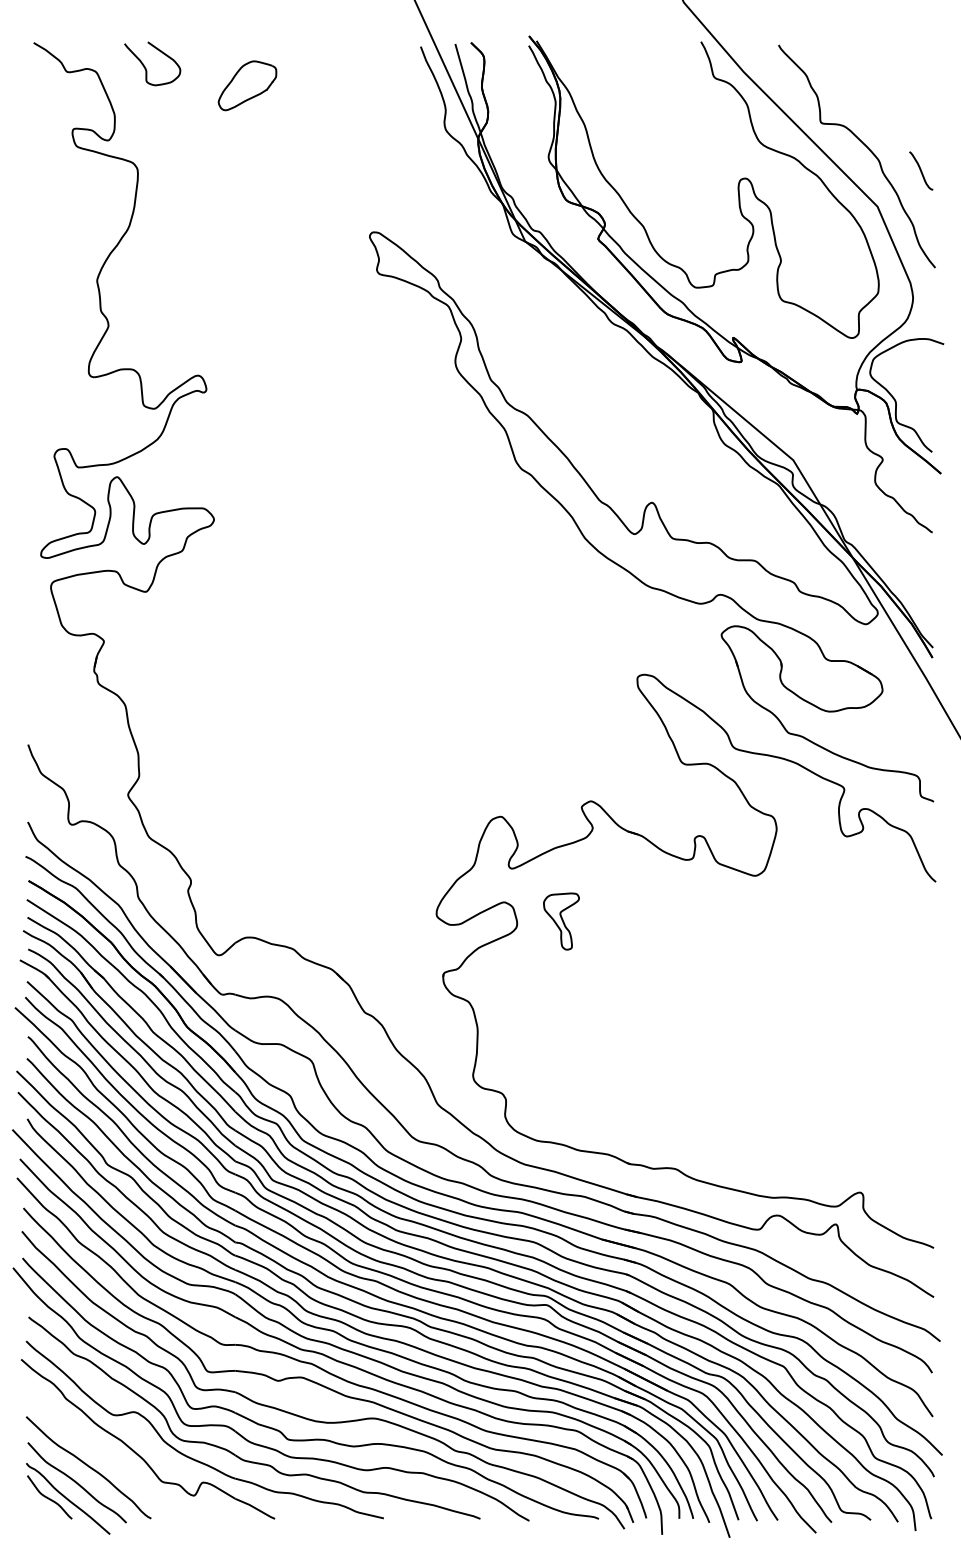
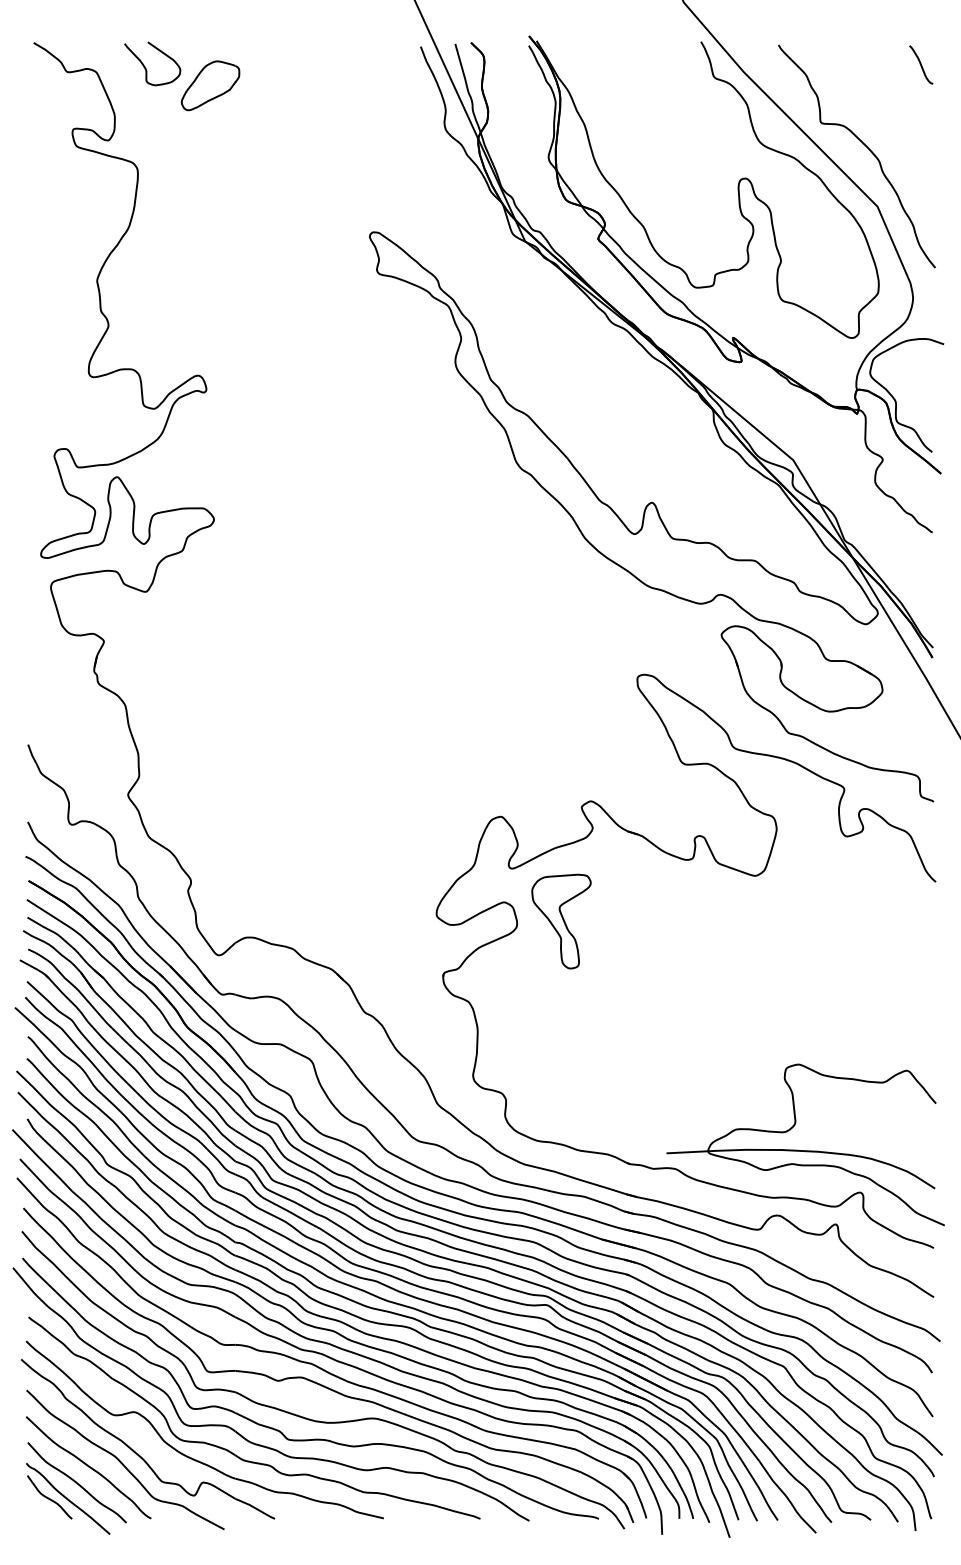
part at (247, 85) position: (247, 85) -> (210, 85)
curve at (921, 170) position: (921, 170) -> (921, 64)
part at (561, 921) size: 37x59 px -> 61x97 px
part at (805, 1144): none -> present
curve at (122, 1462): none -> present
